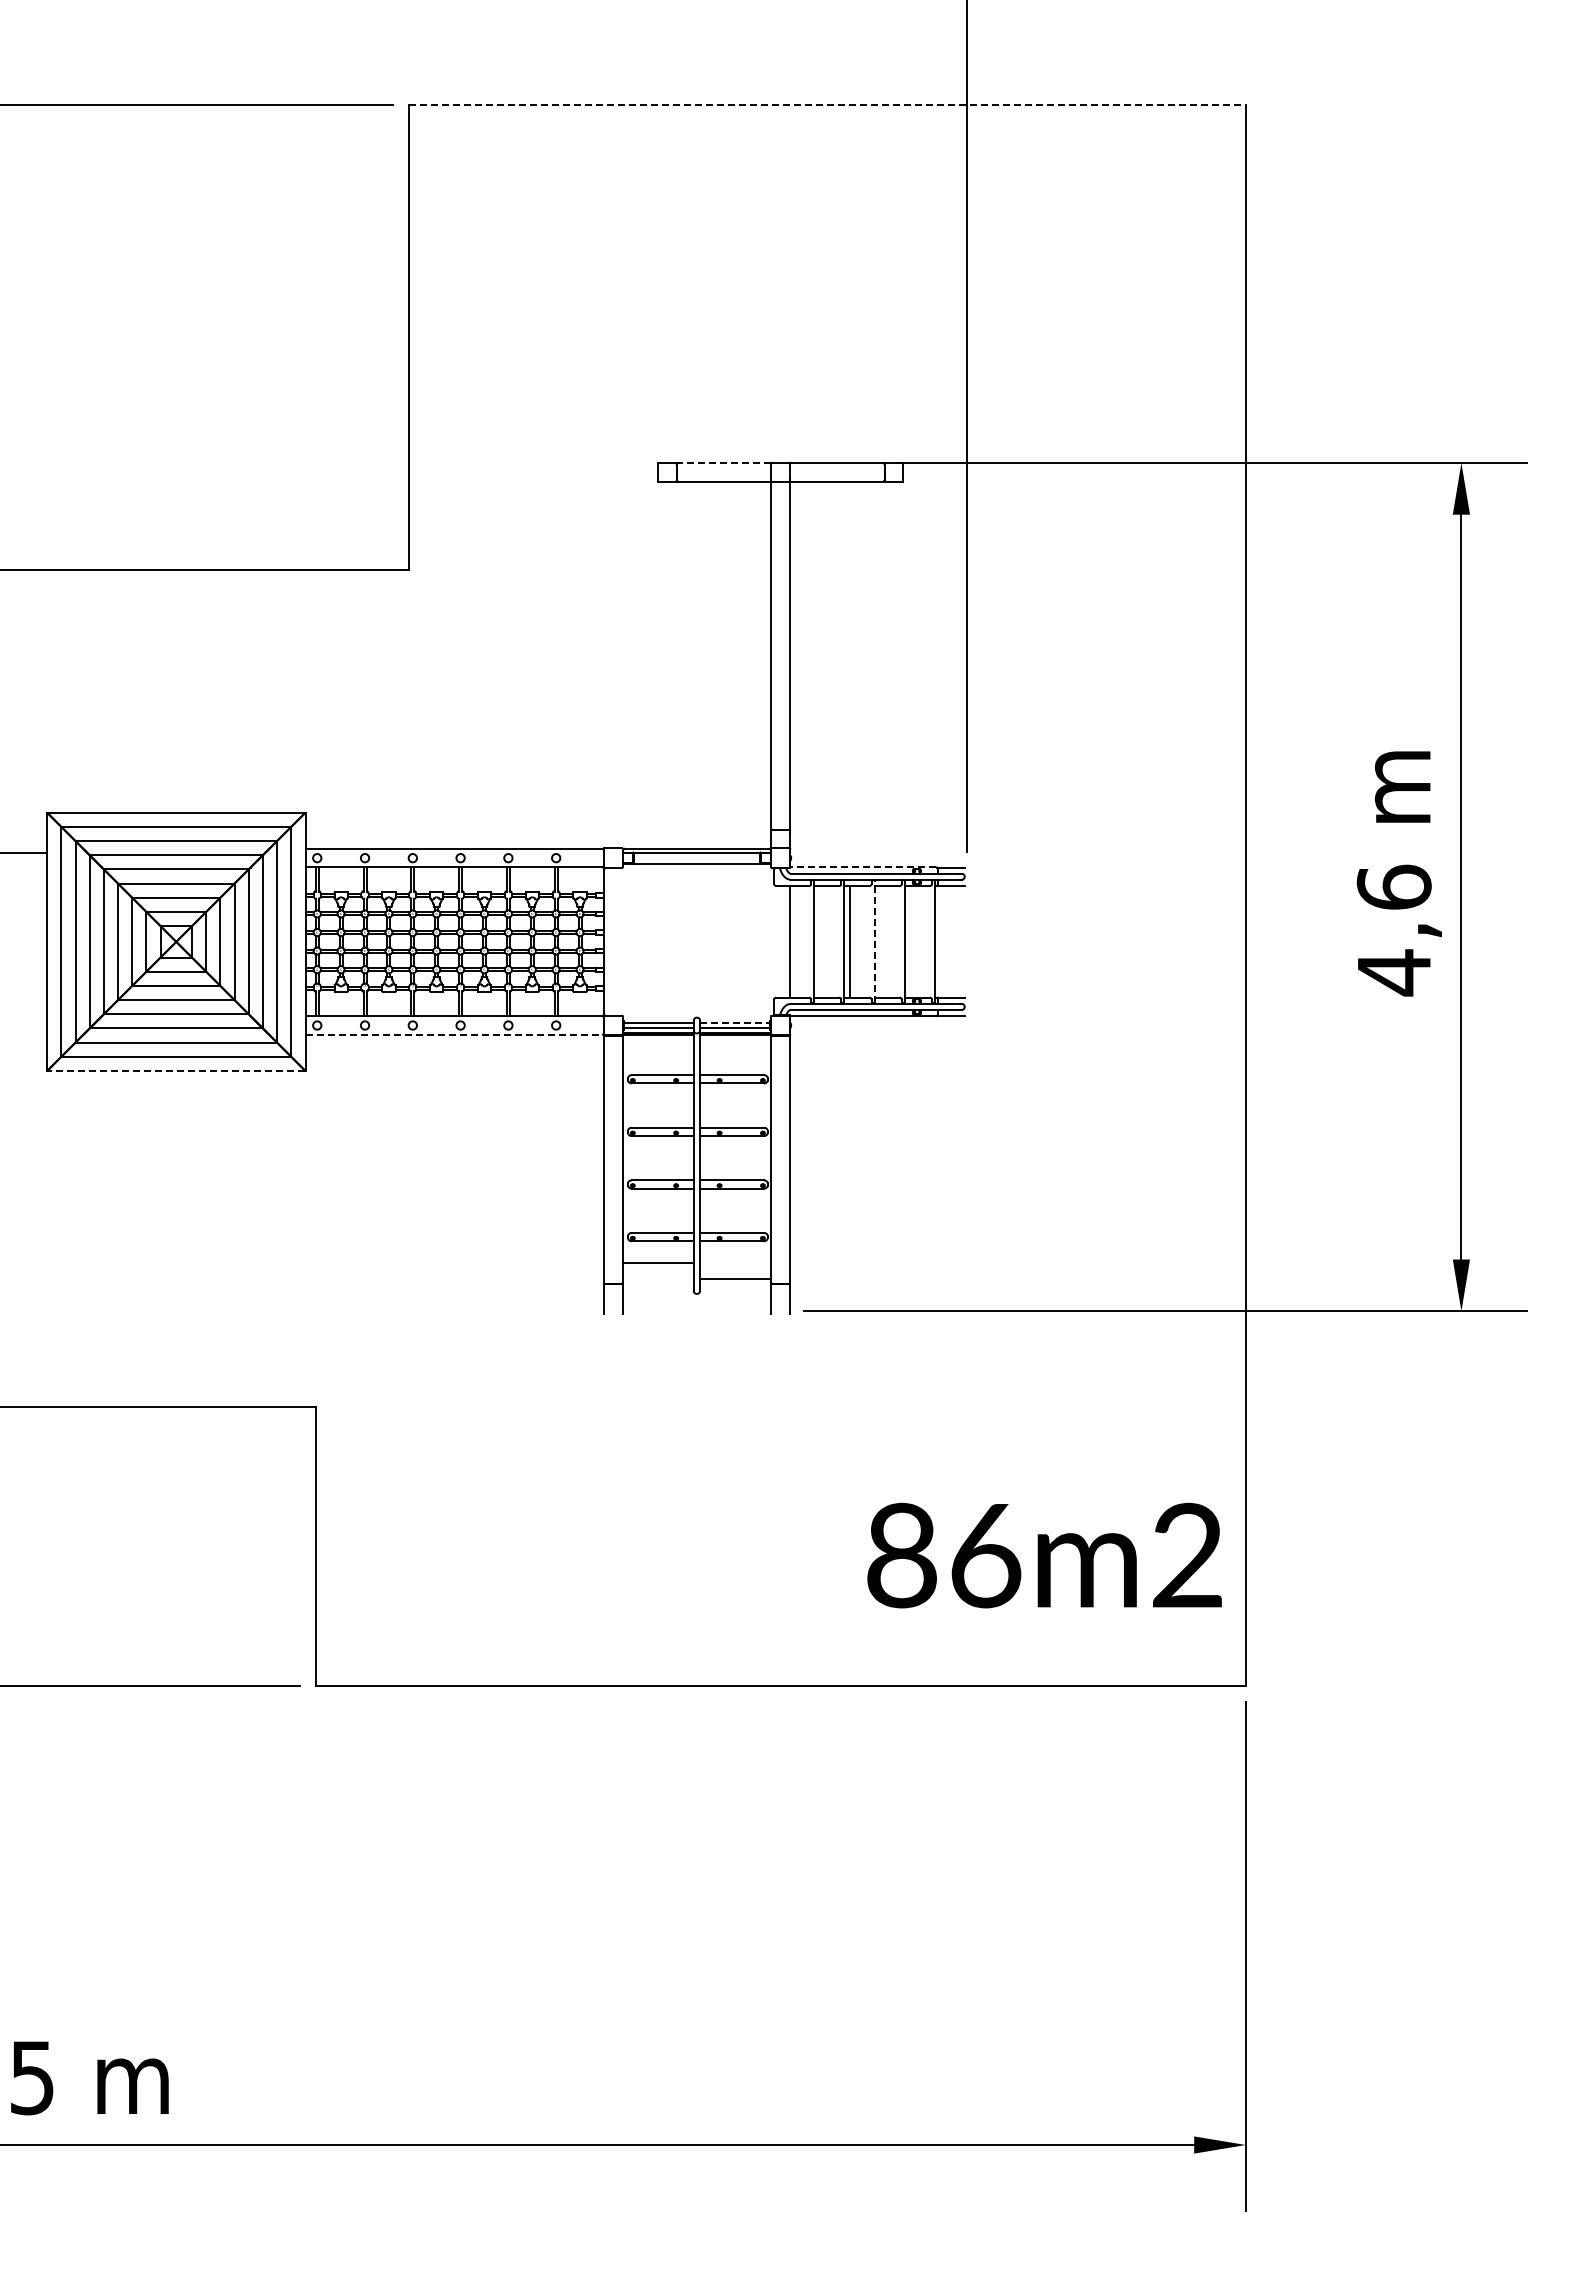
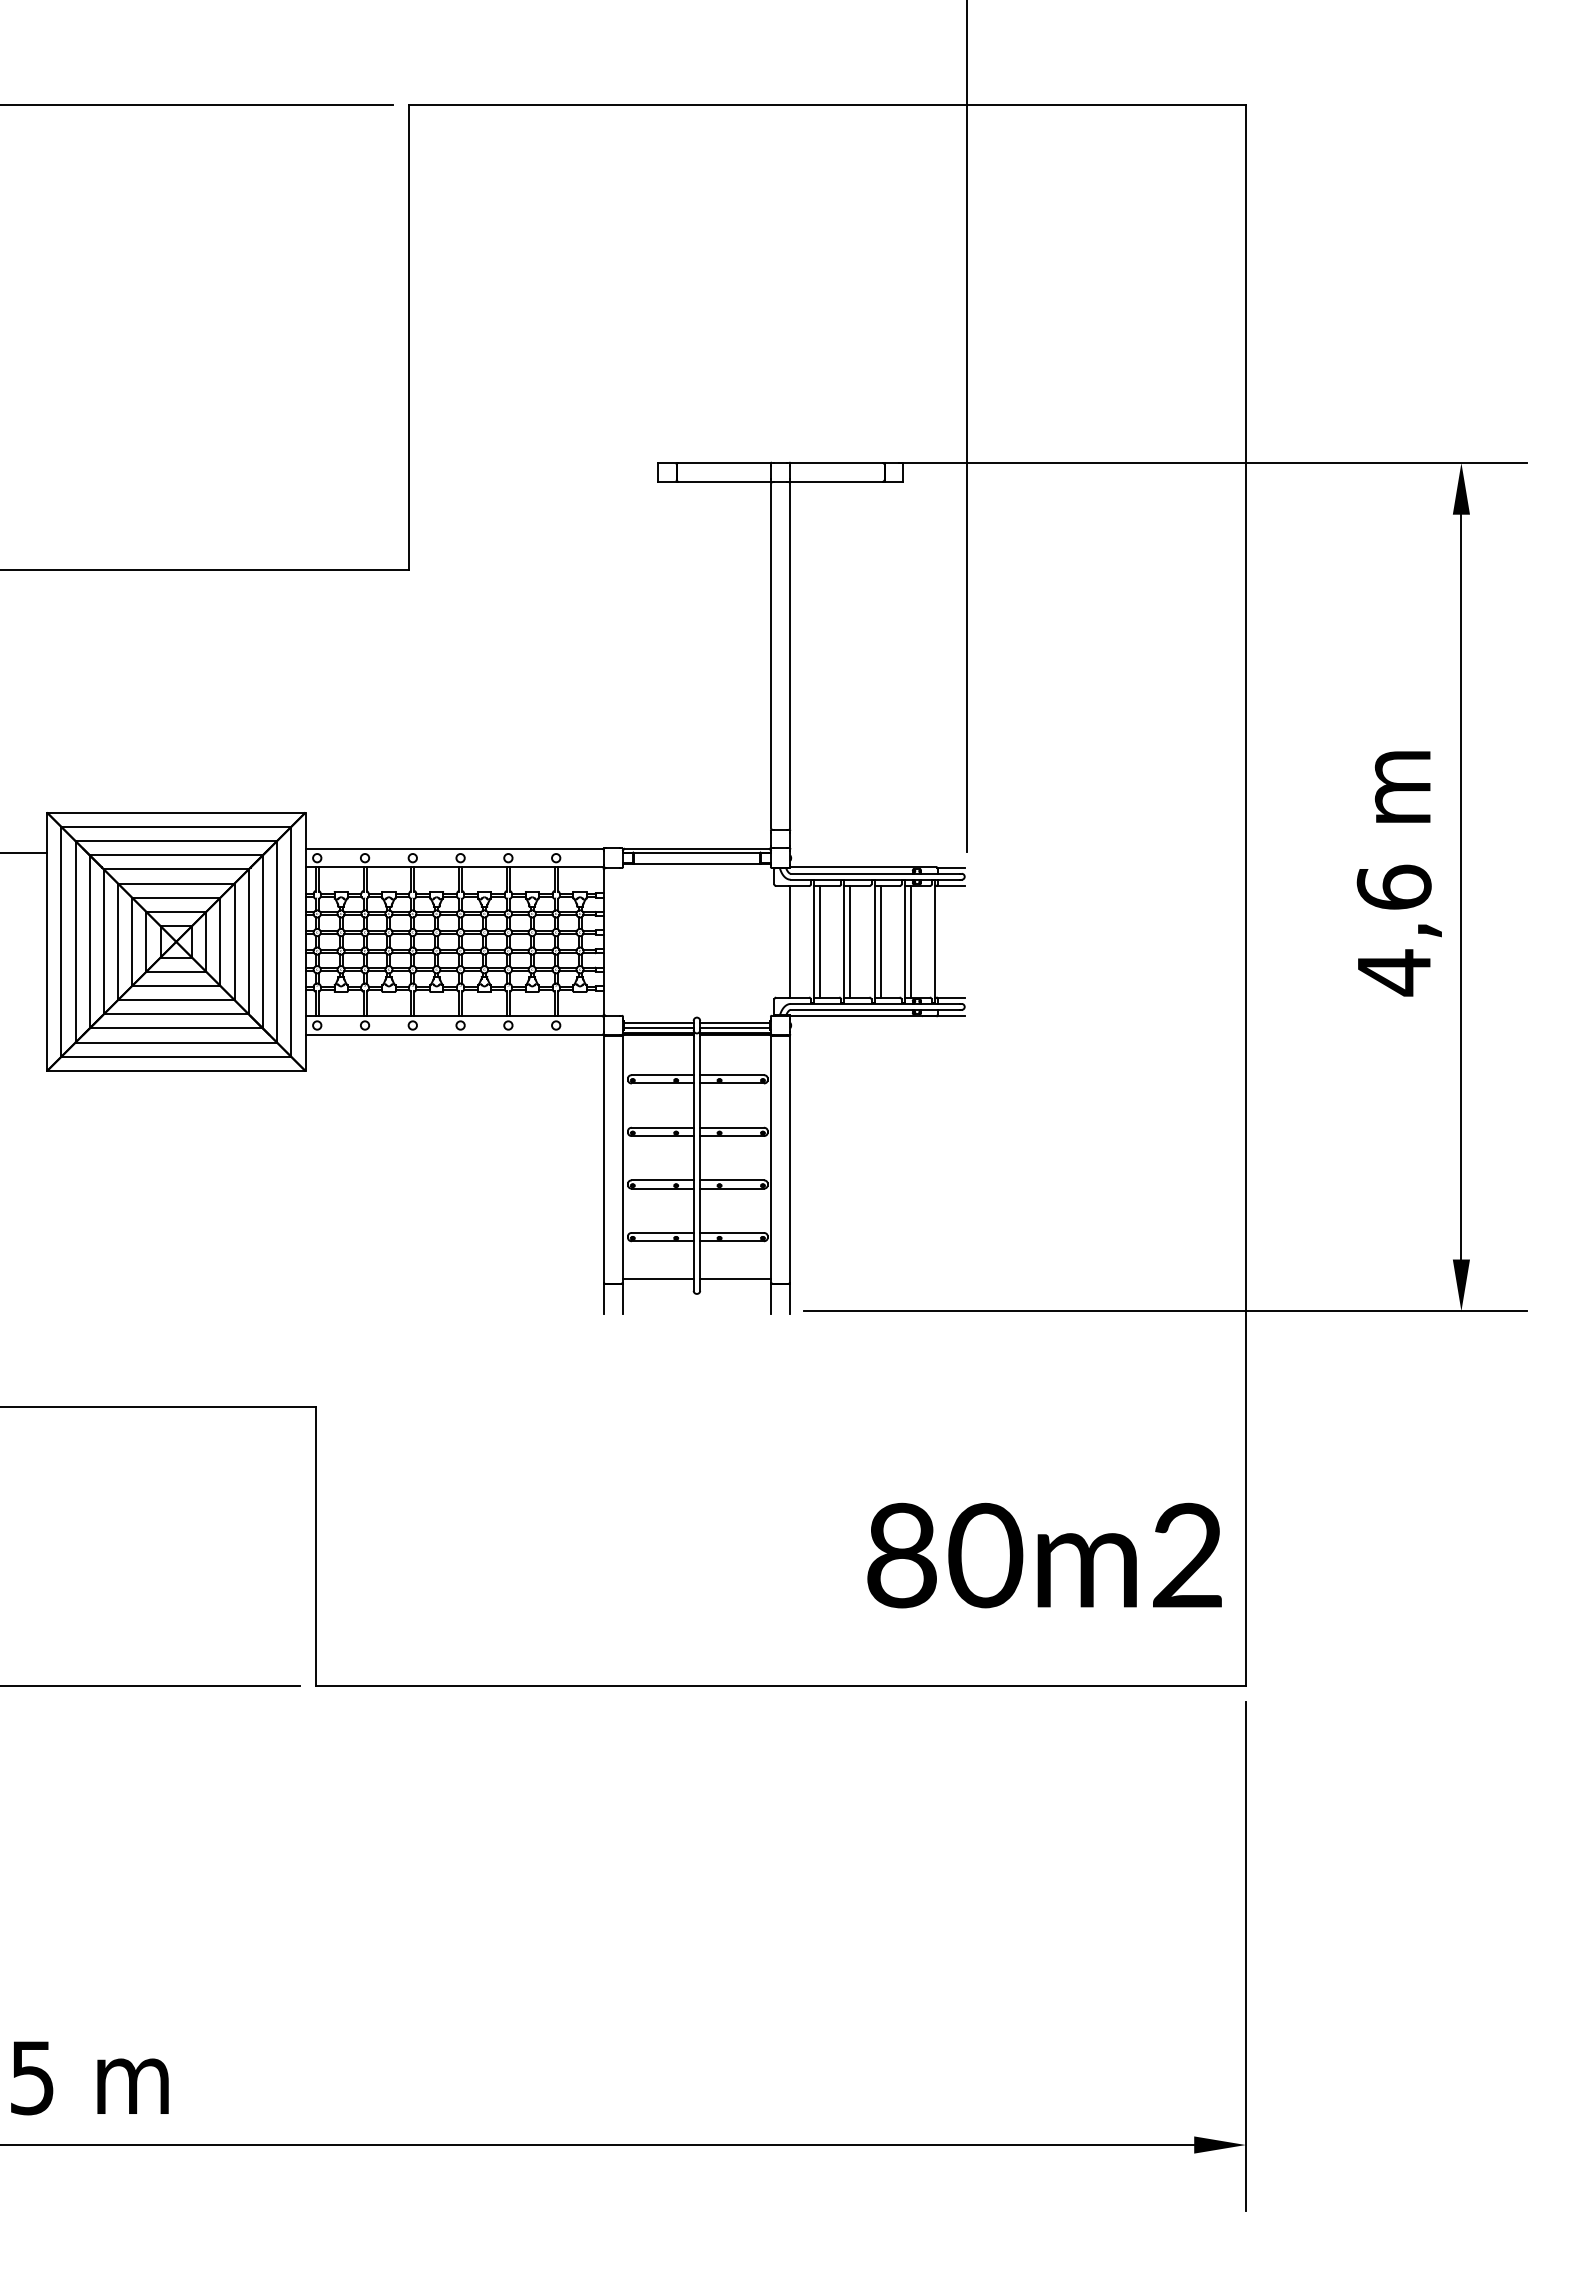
line at (827, 105): dashed -> solid
line at (724, 463): dashed -> solid
line at (862, 867): dashed -> solid
line at (820, 941): none -> present
line at (874, 941): dashed -> solid
line at (880, 941): none -> present
line at (910, 941): none -> present
line at (735, 1022): dashed -> solid
line at (454, 1034): dashed -> solid
line at (175, 1071): dashed -> solid
line at (657, 1262) position: (657, 1262) -> (657, 1278)
text at (985, 1555): 86m2 -> 80m2
